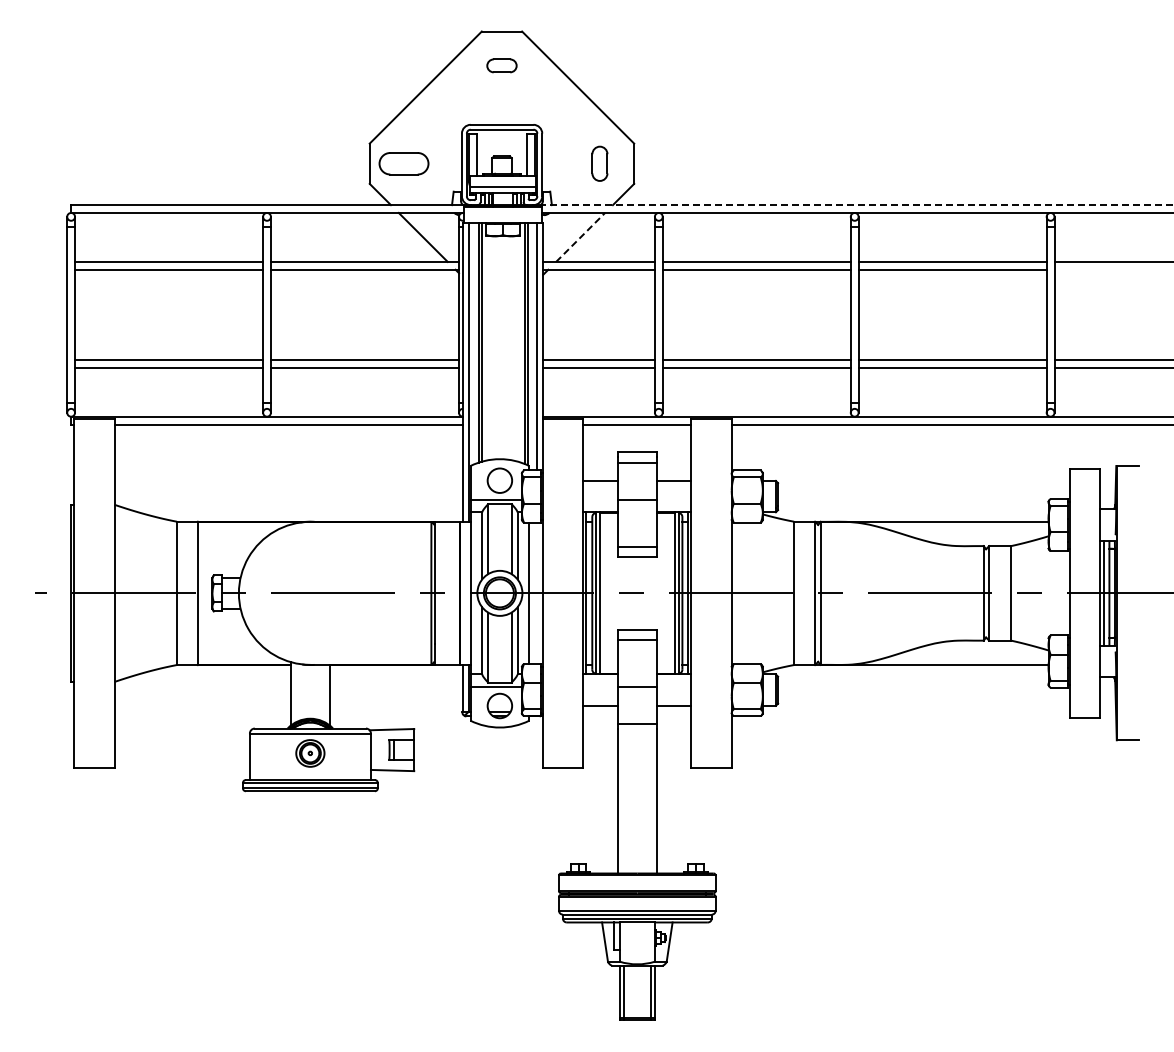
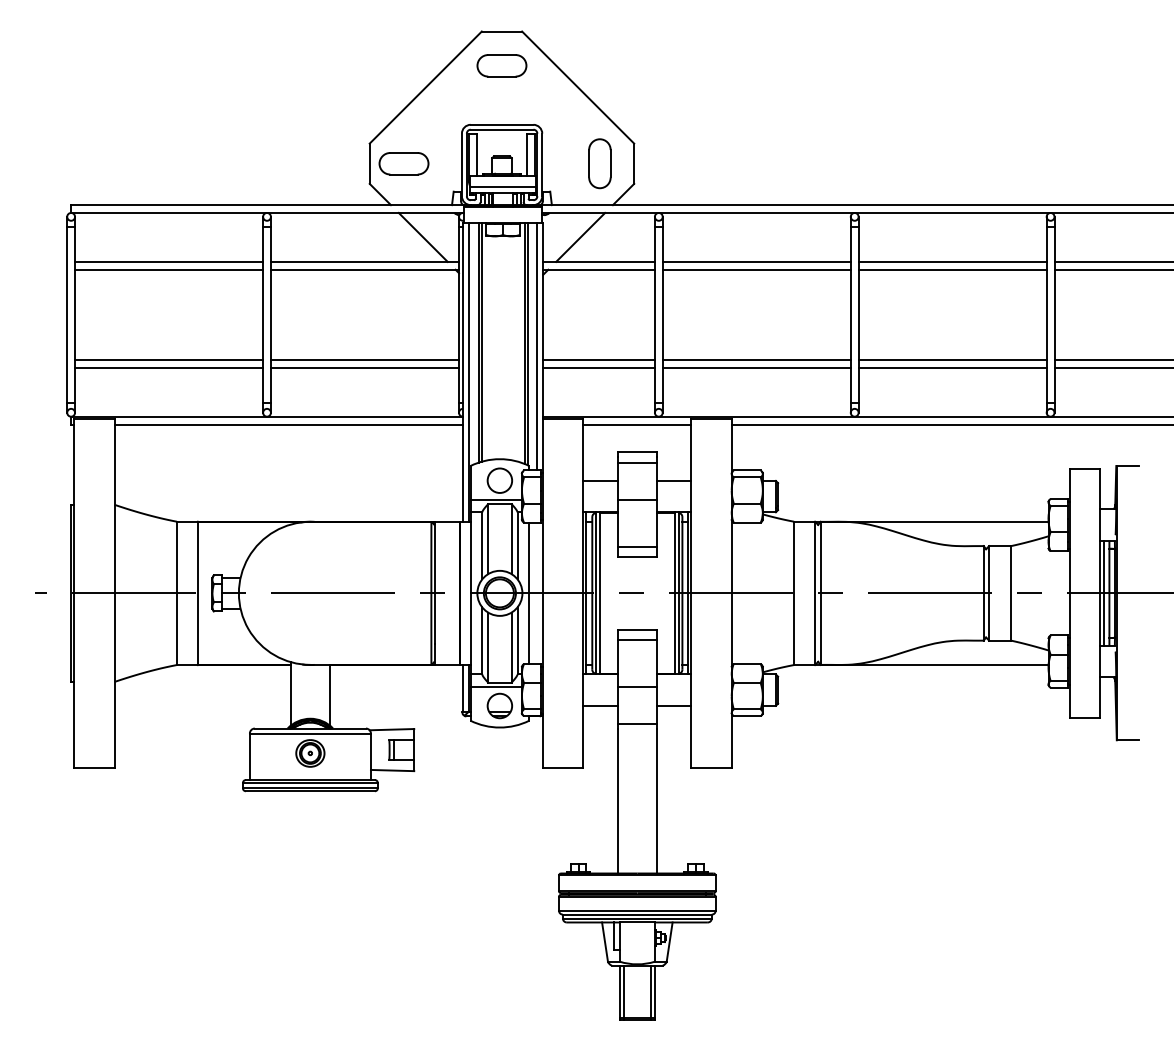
part at (501, 65) size: 32x16 px -> 52x24 px
part at (599, 163) size: 18x37 px -> 24x52 px
line at (857, 205): dashed -> solid
line at (580, 237): dashed -> solid
line at (1112, 269): none -> present
